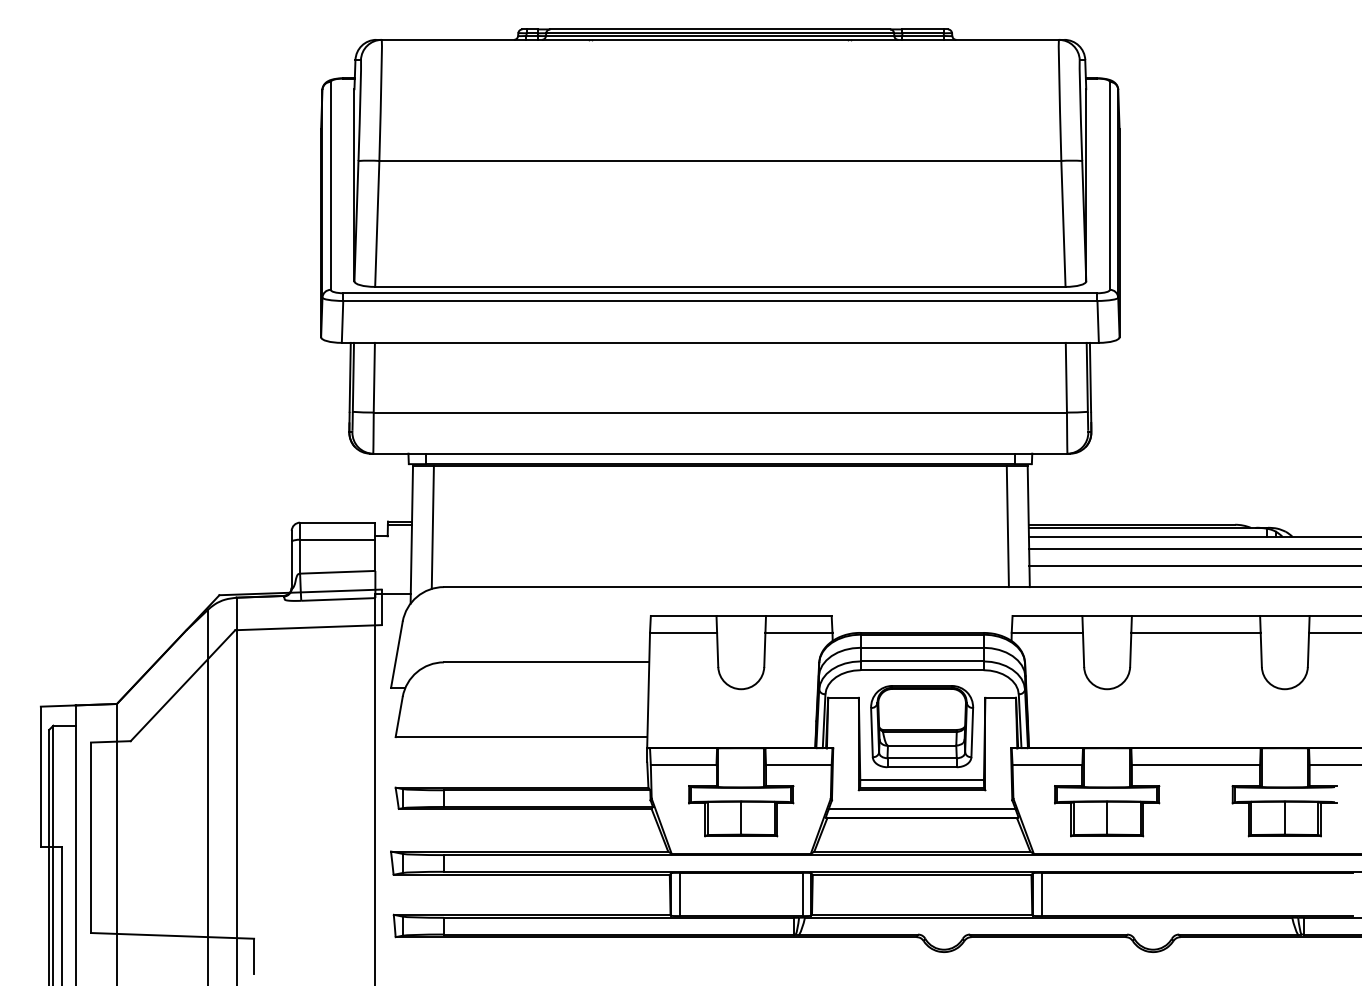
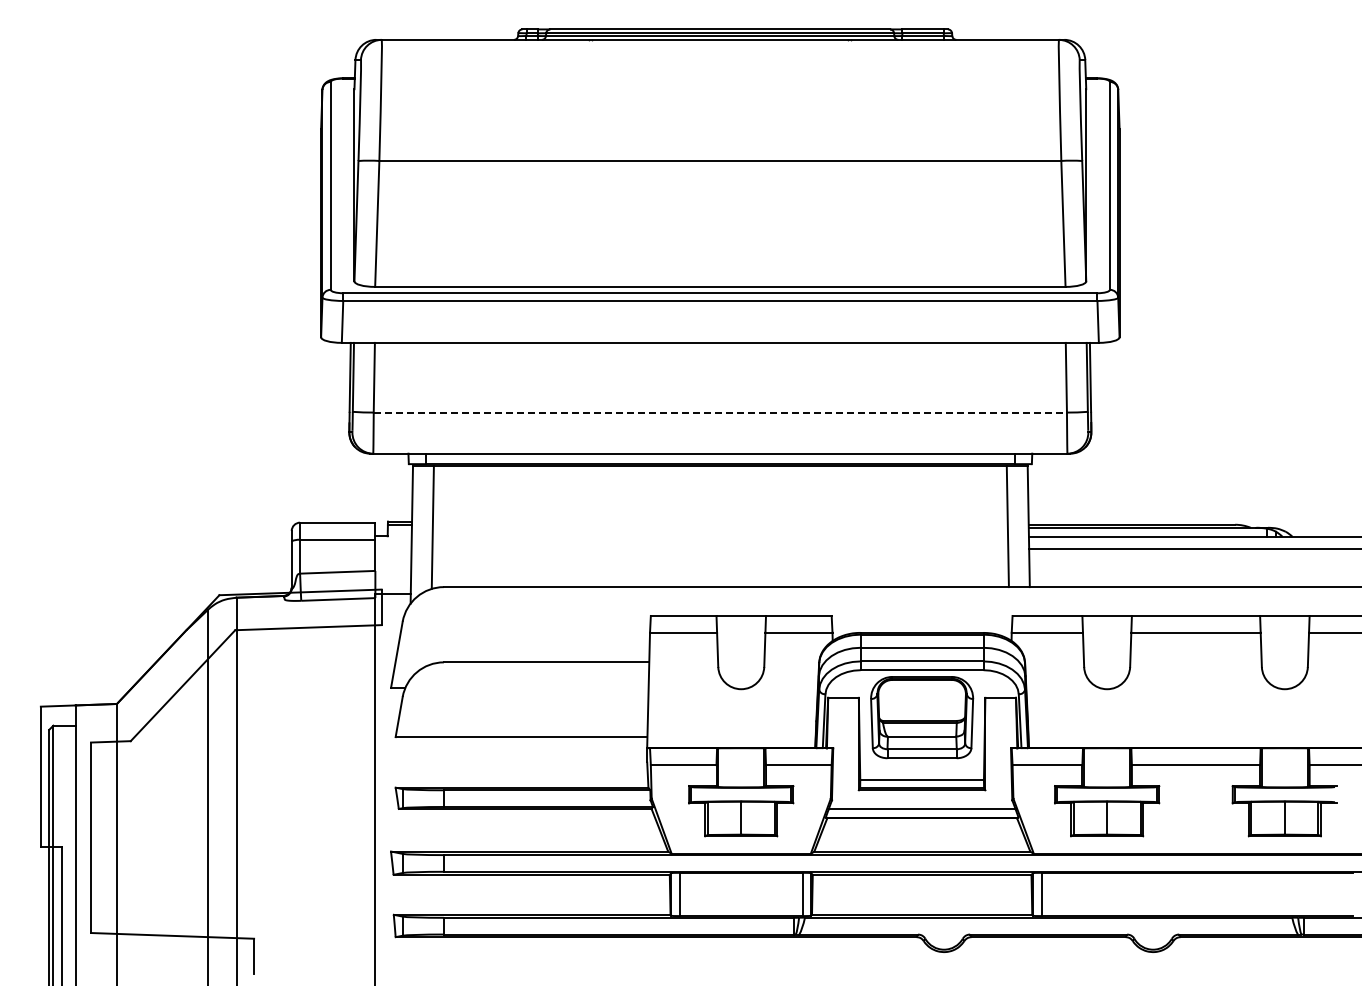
line at (720, 412): solid -> dashed
line at (1193, 566): present -> none
part at (922, 726) position: (922, 726) -> (922, 717)
